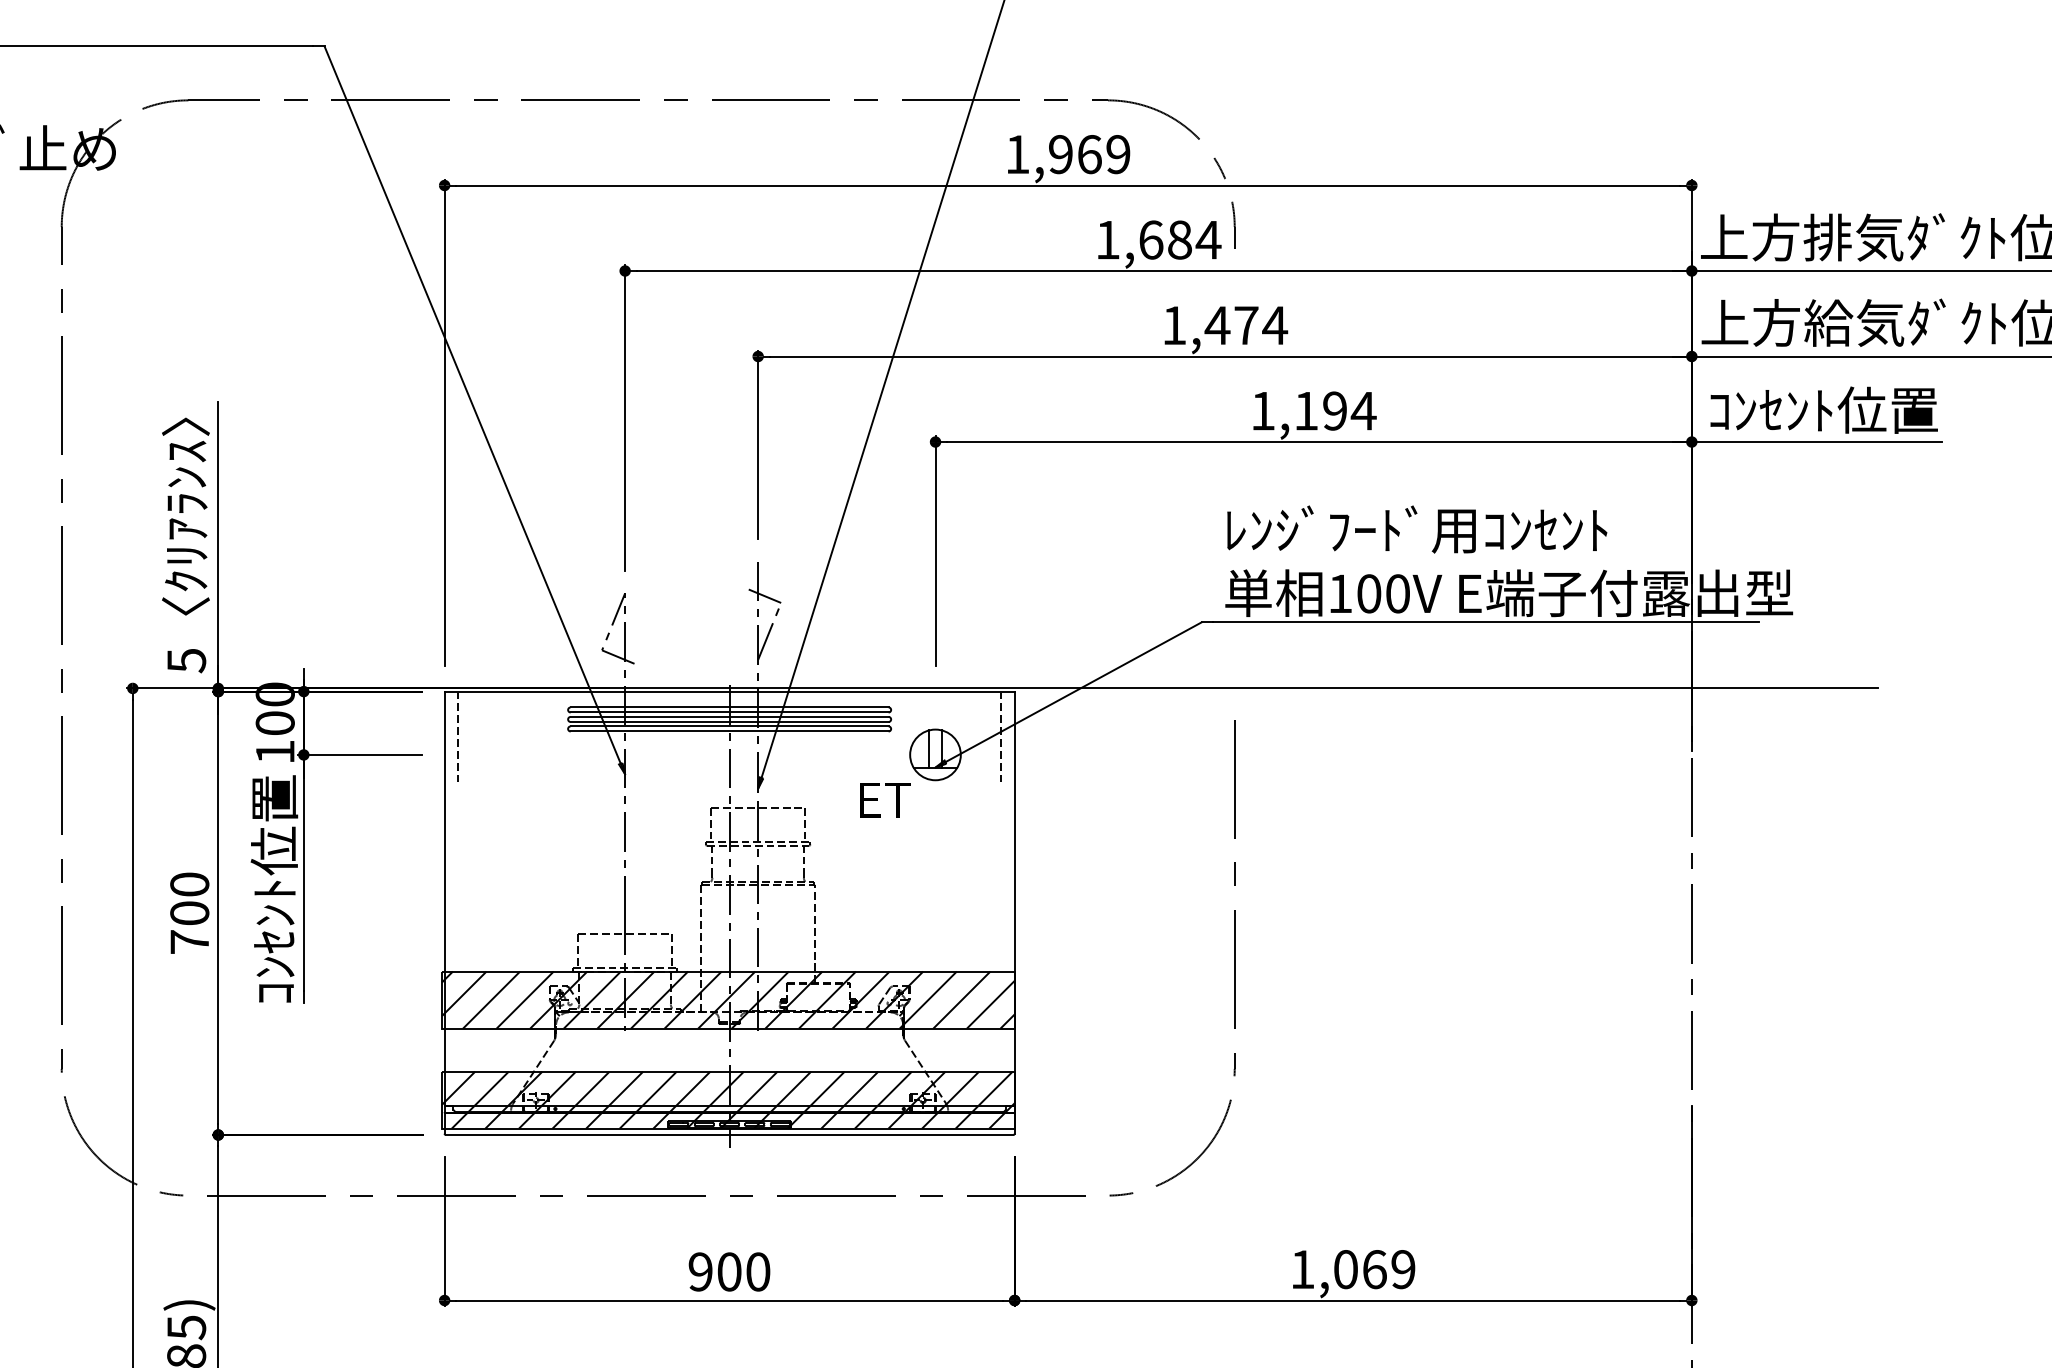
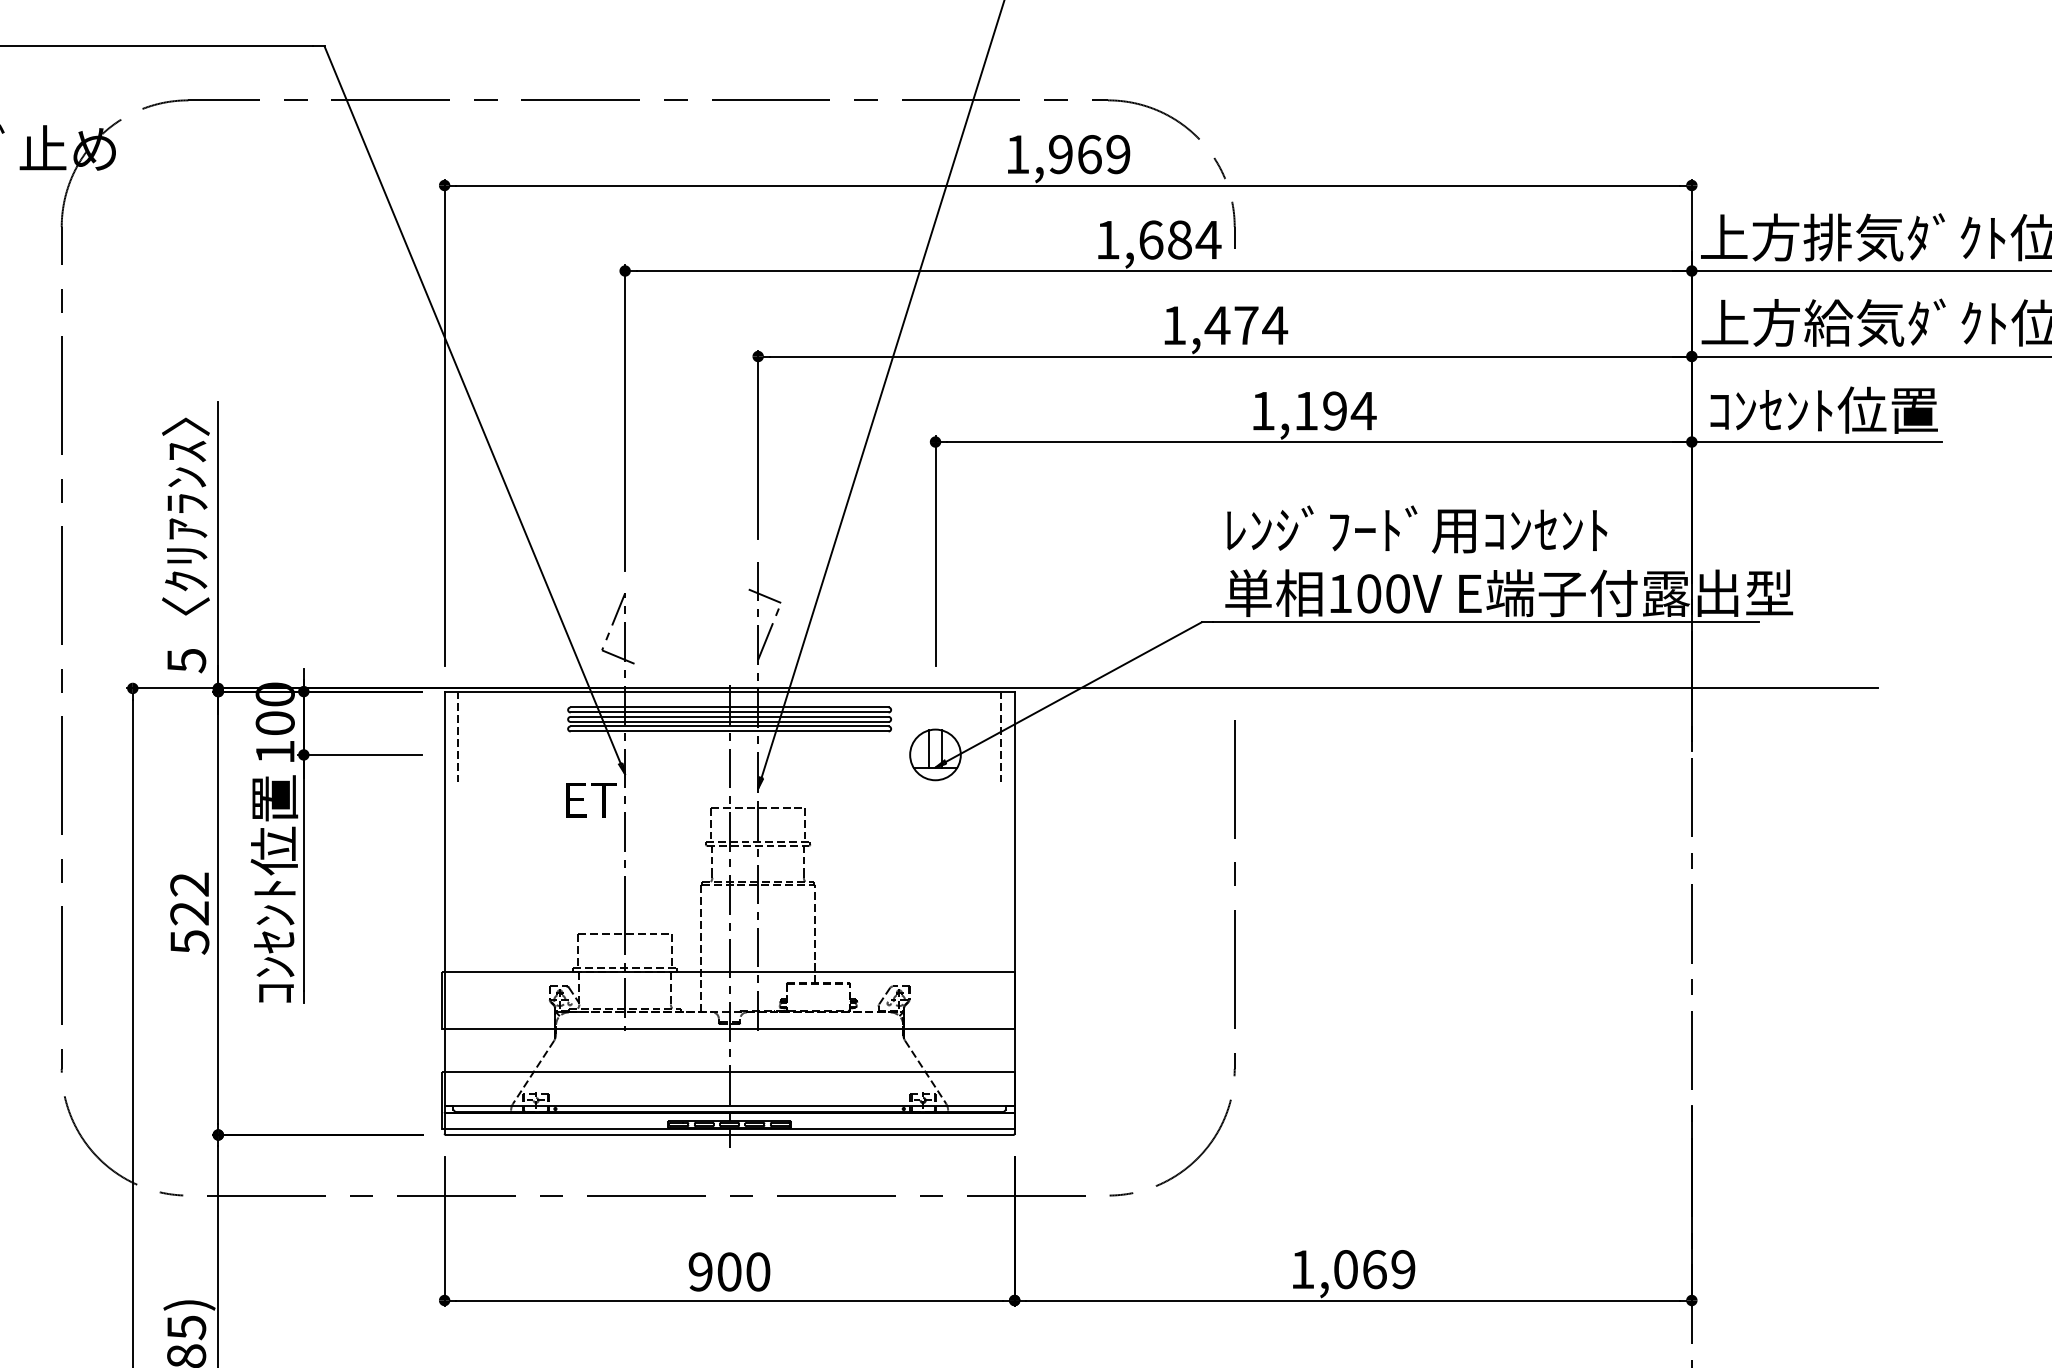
text at (885, 800) position: (885, 800) -> (591, 800)
text at (189, 913): 700 -> 522
hatch at (728, 999): present -> none
hatch at (728, 1099): present -> none
